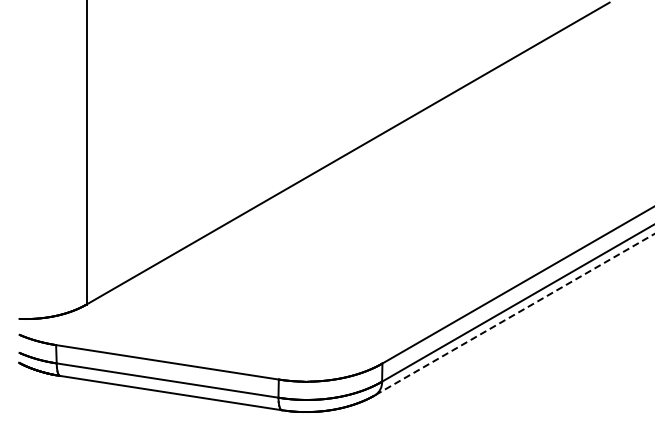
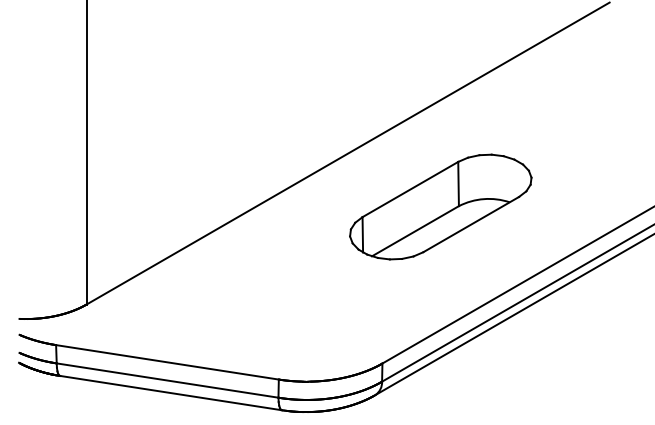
part at (440, 206): none -> present
line at (515, 314): dashed -> solid
